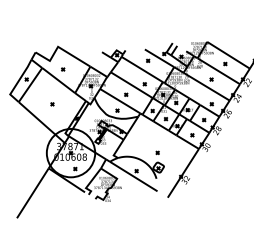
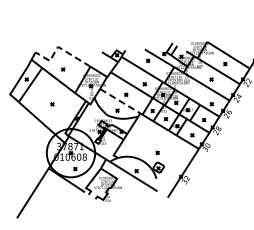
line at (58, 47): solid -> dashed
line at (120, 101): solid -> dashed
